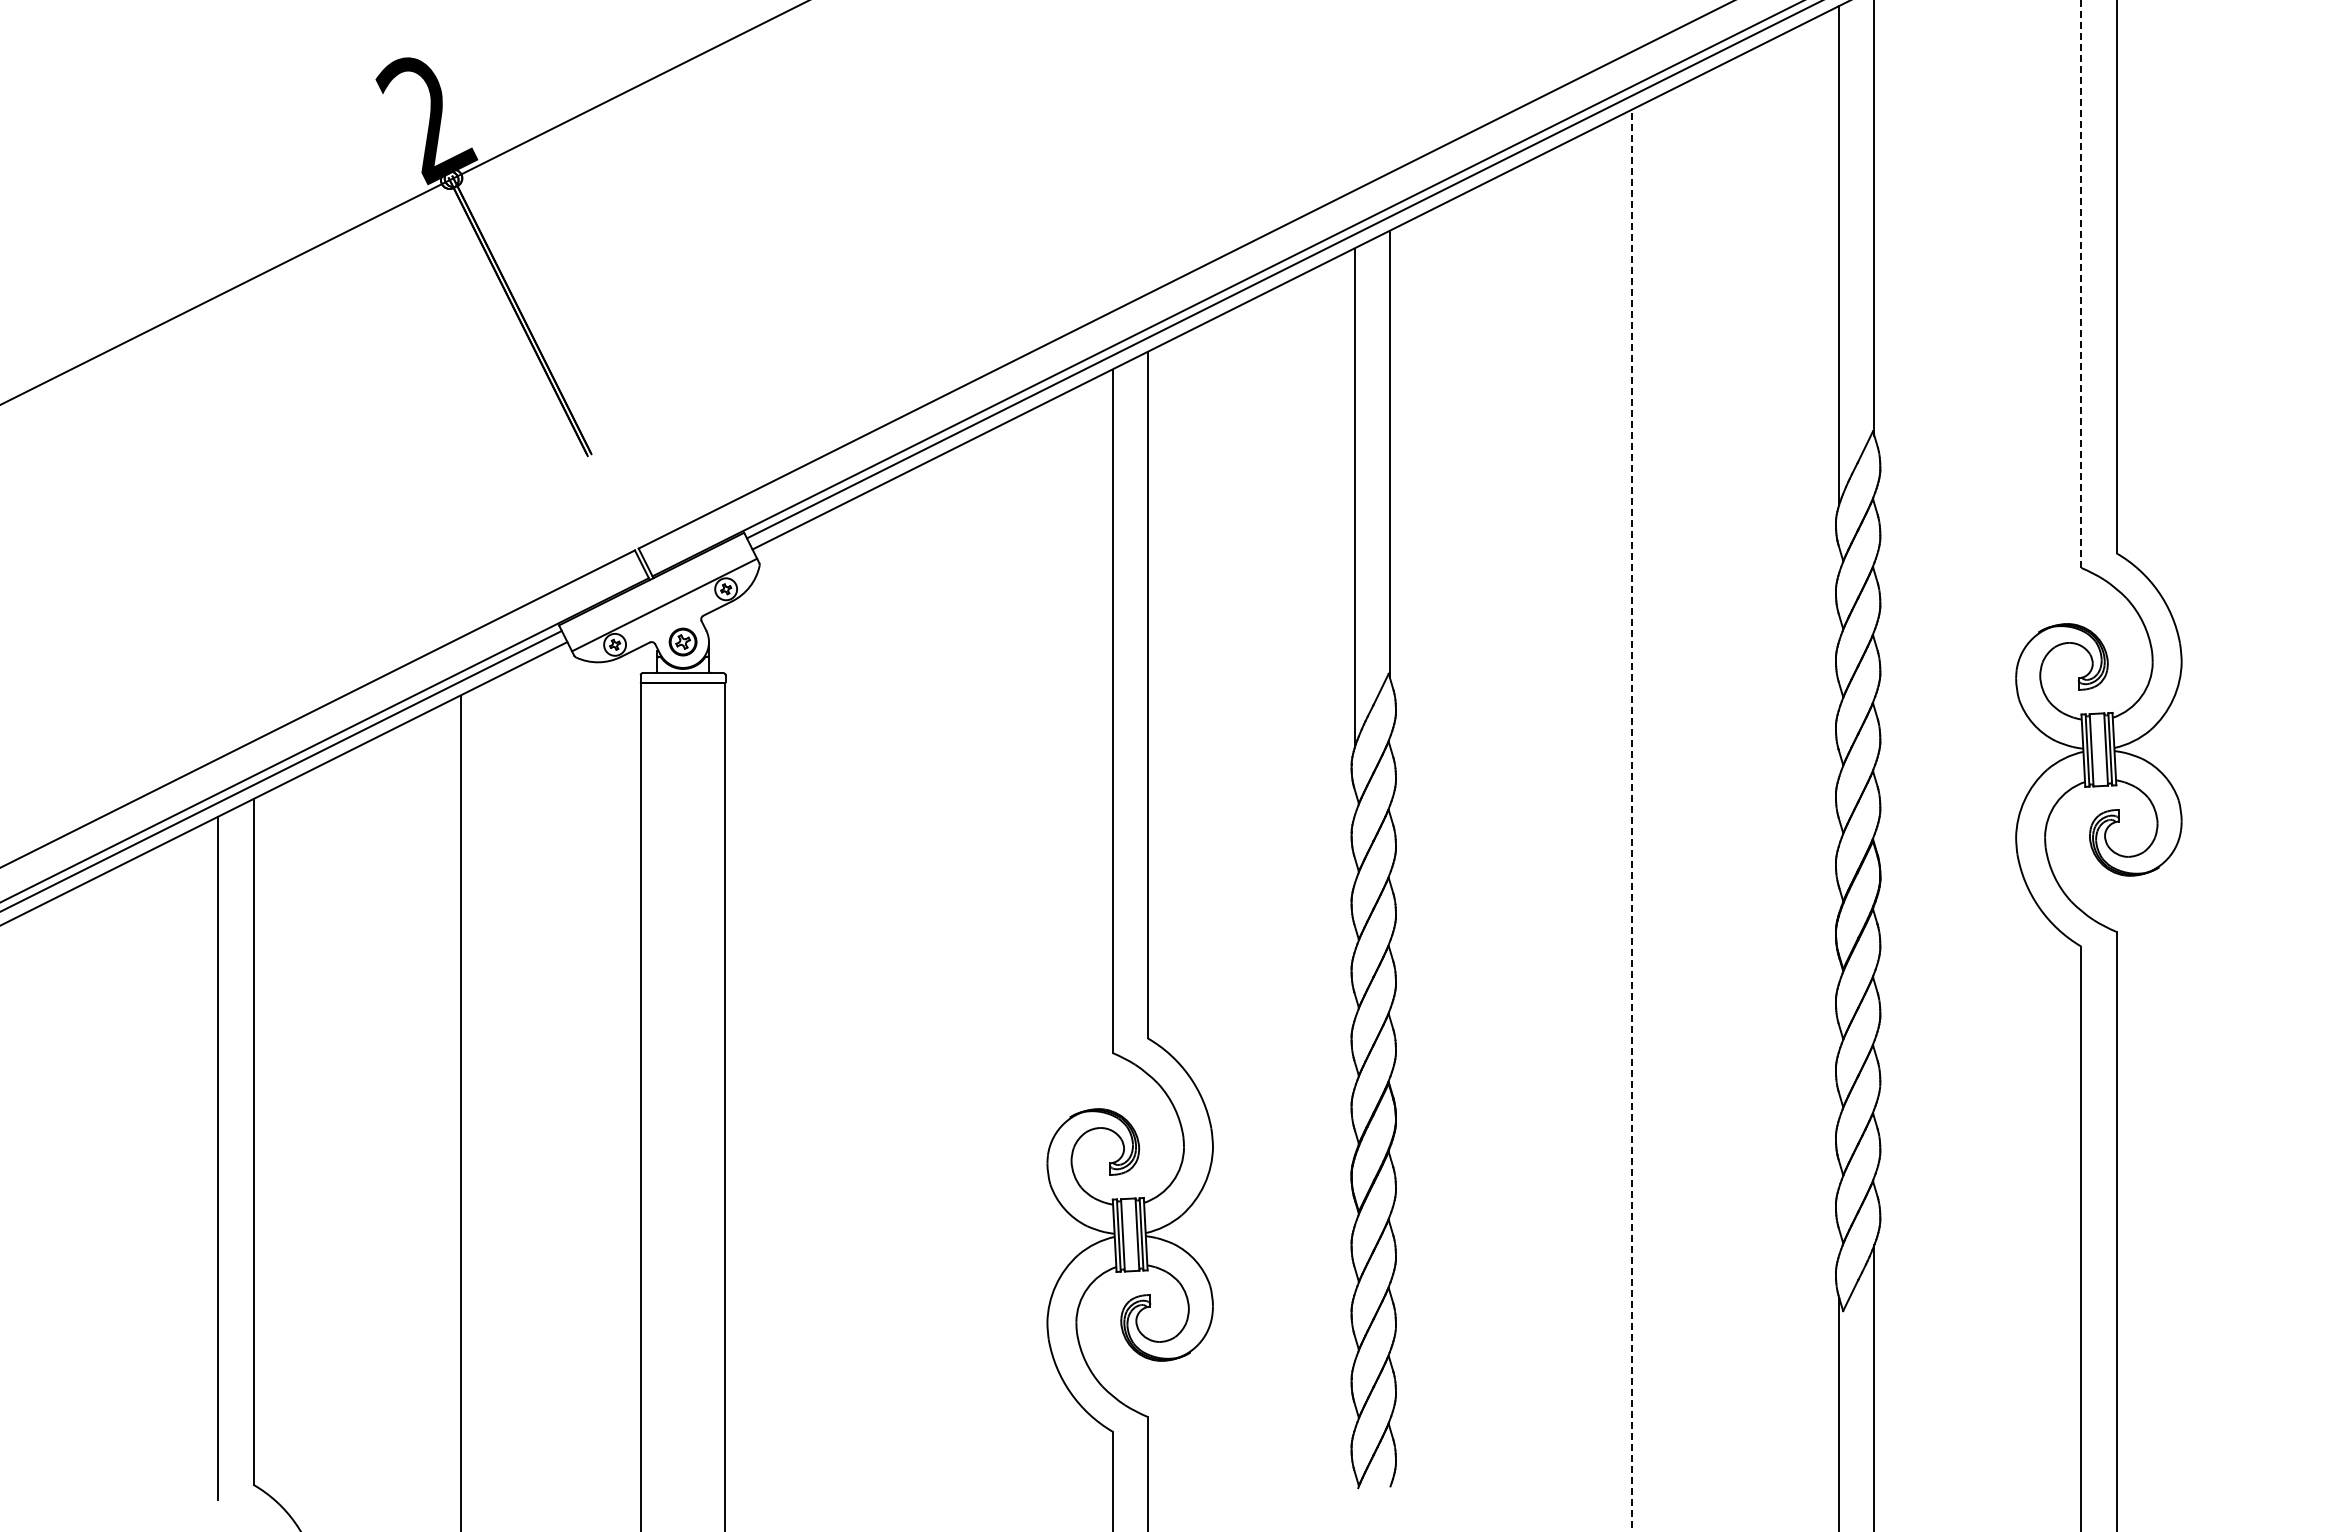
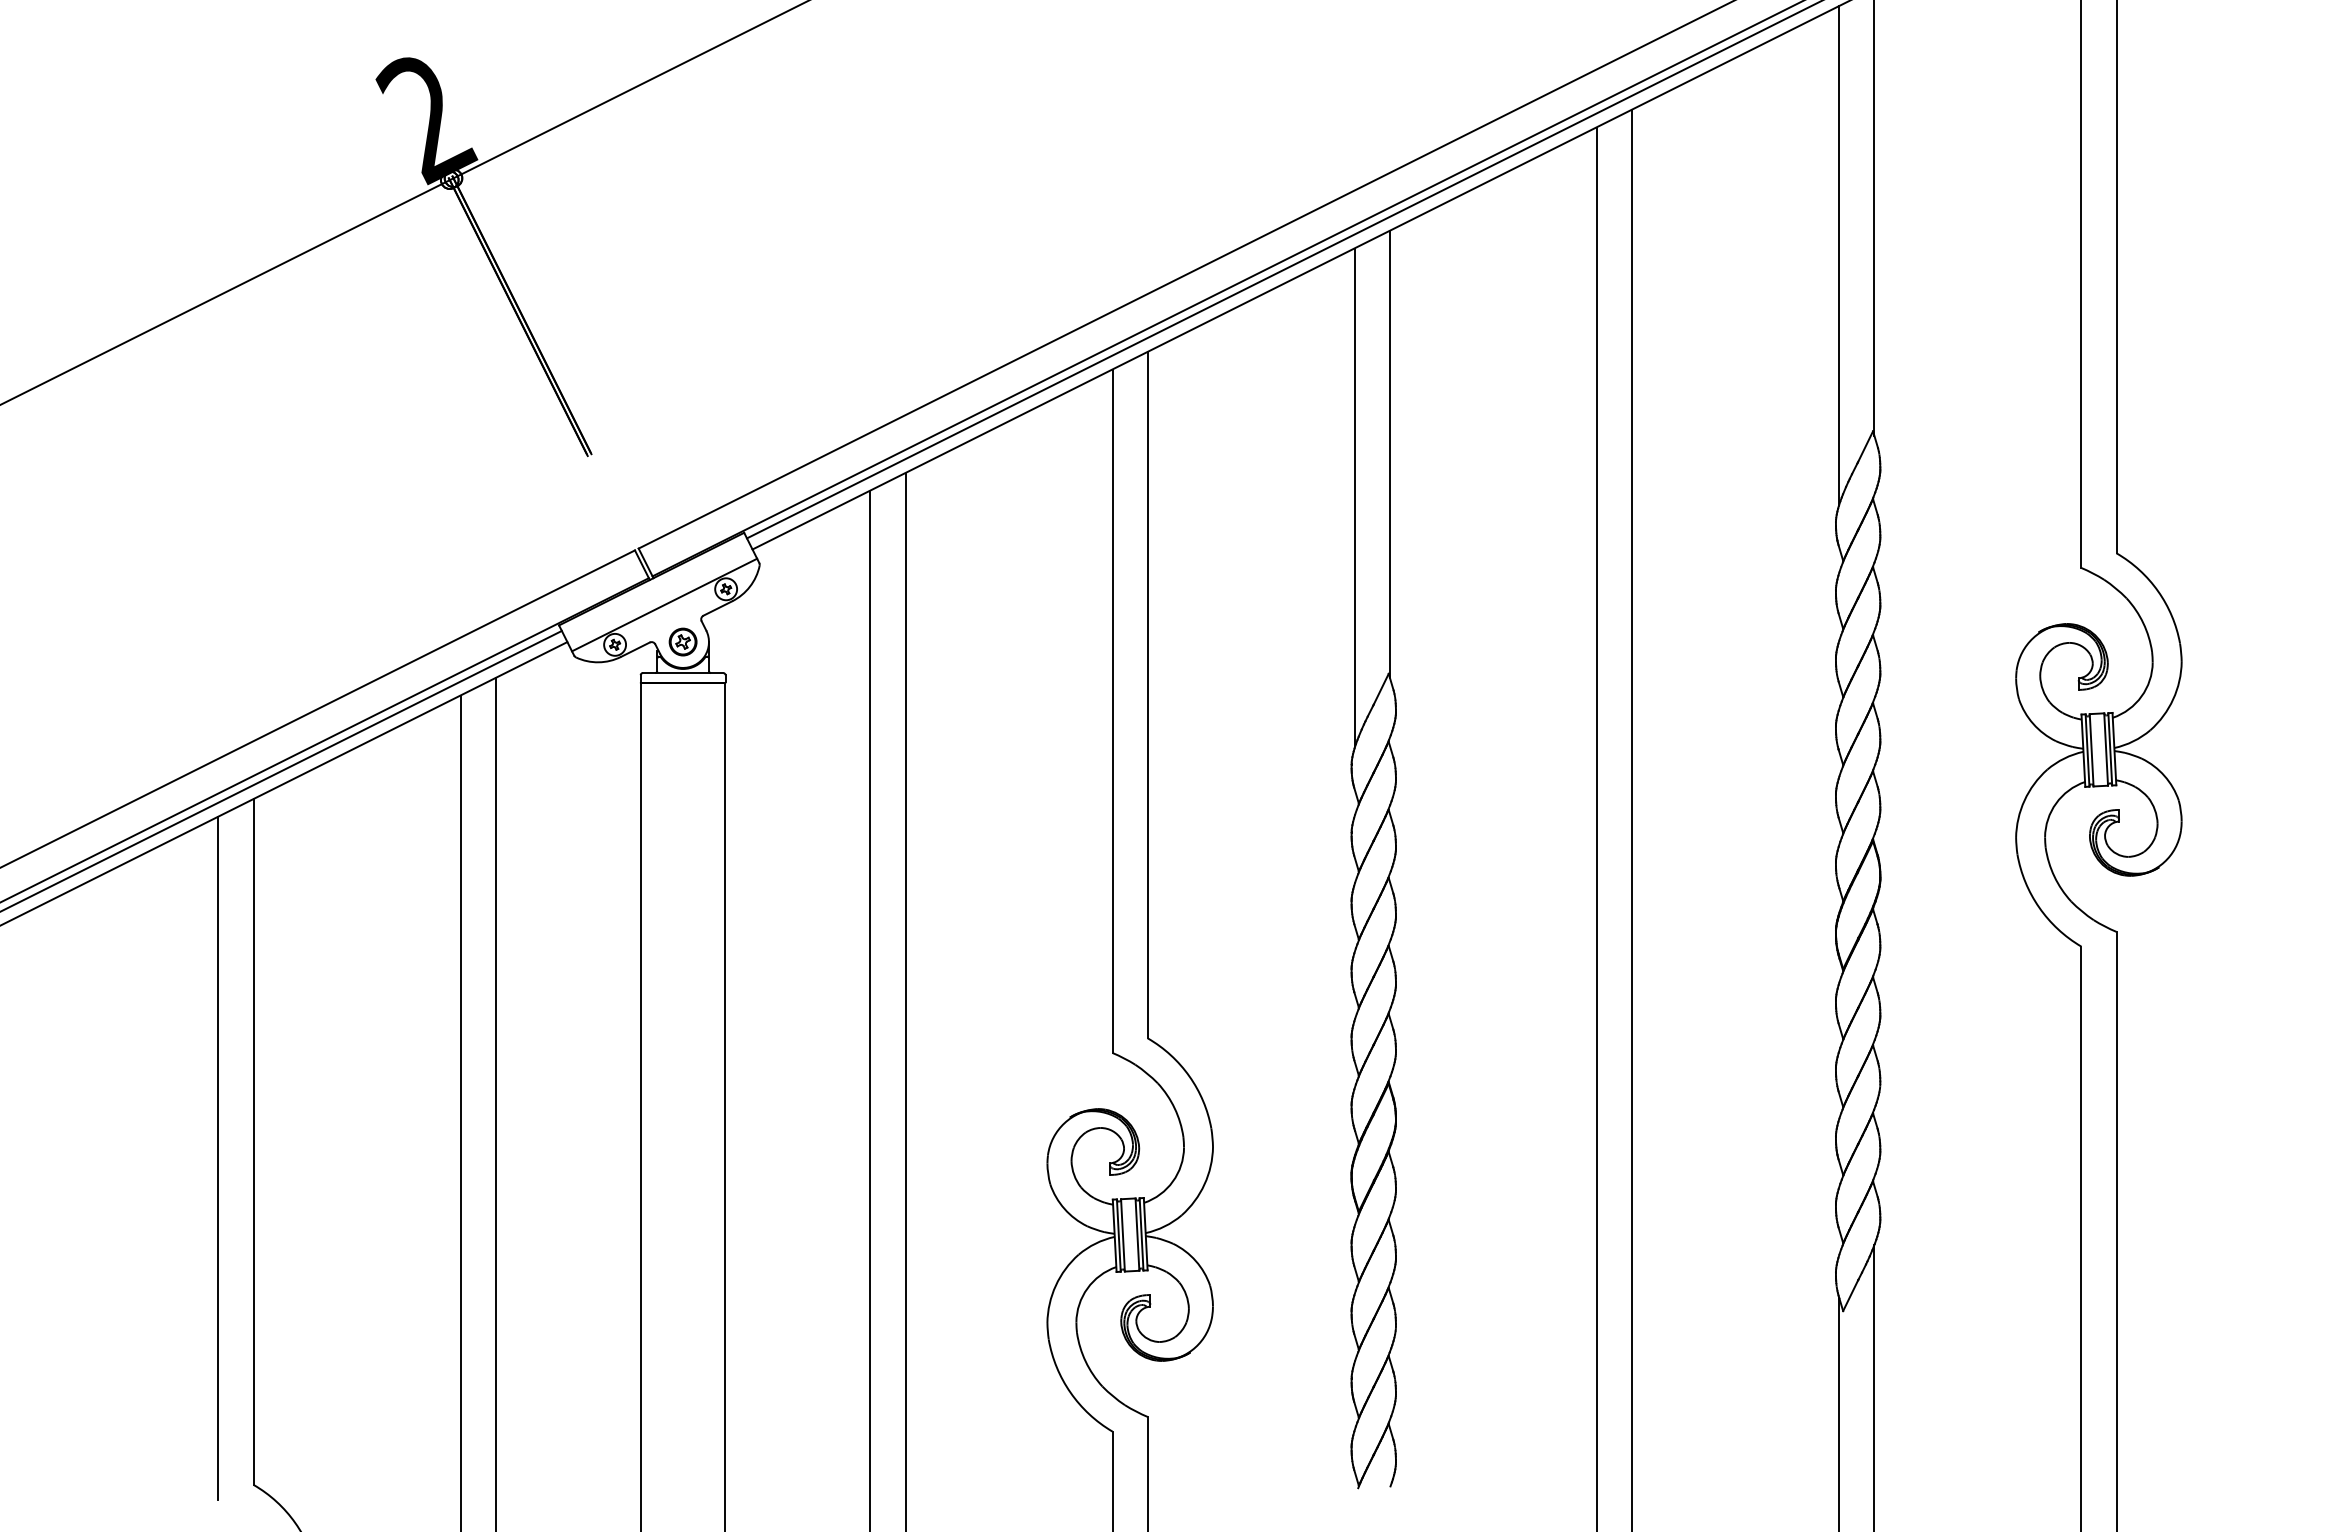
line at (2081, 284): dashed -> solid
line at (1632, 820): dashed -> solid
line at (1596, 827): none -> present
line at (905, 1000): none -> present
line at (870, 1009): none -> present
line at (495, 1102): none -> present
